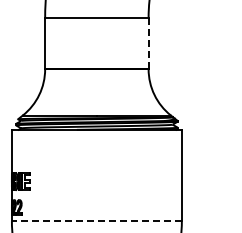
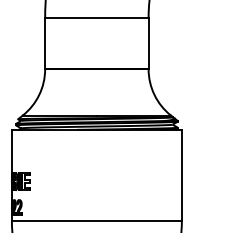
line at (148, 43): dashed -> solid
line at (96, 221): dashed -> solid
